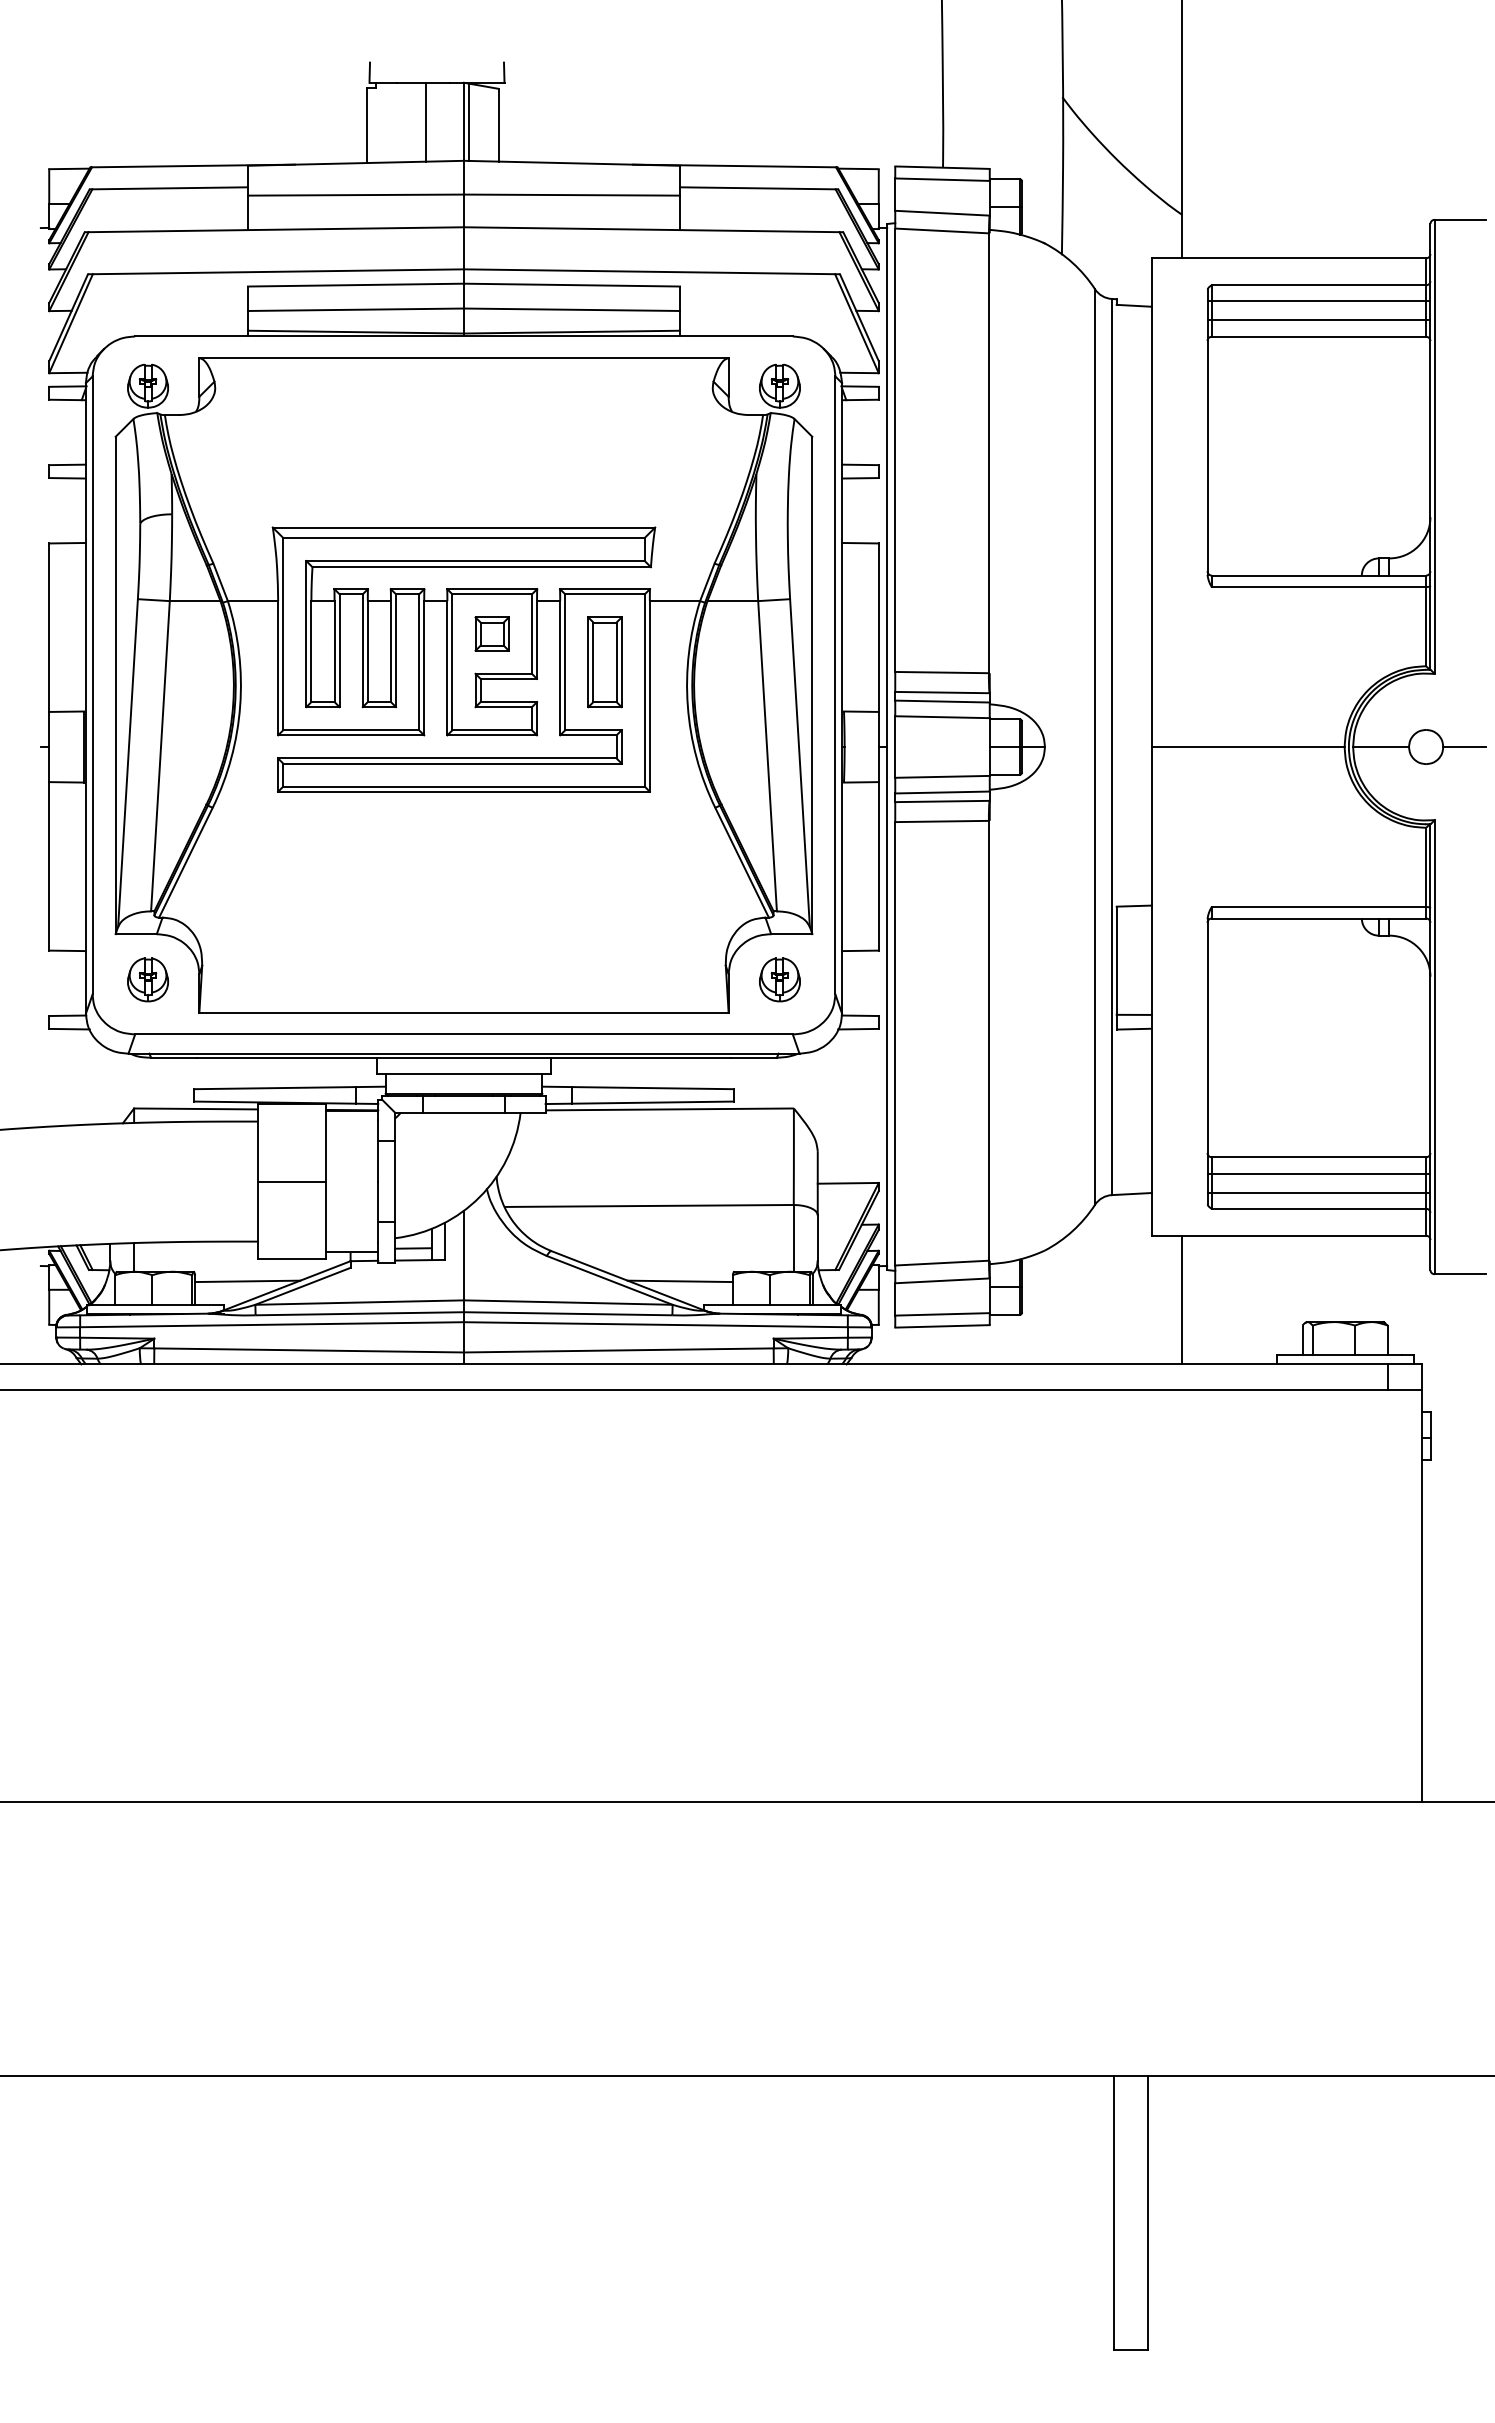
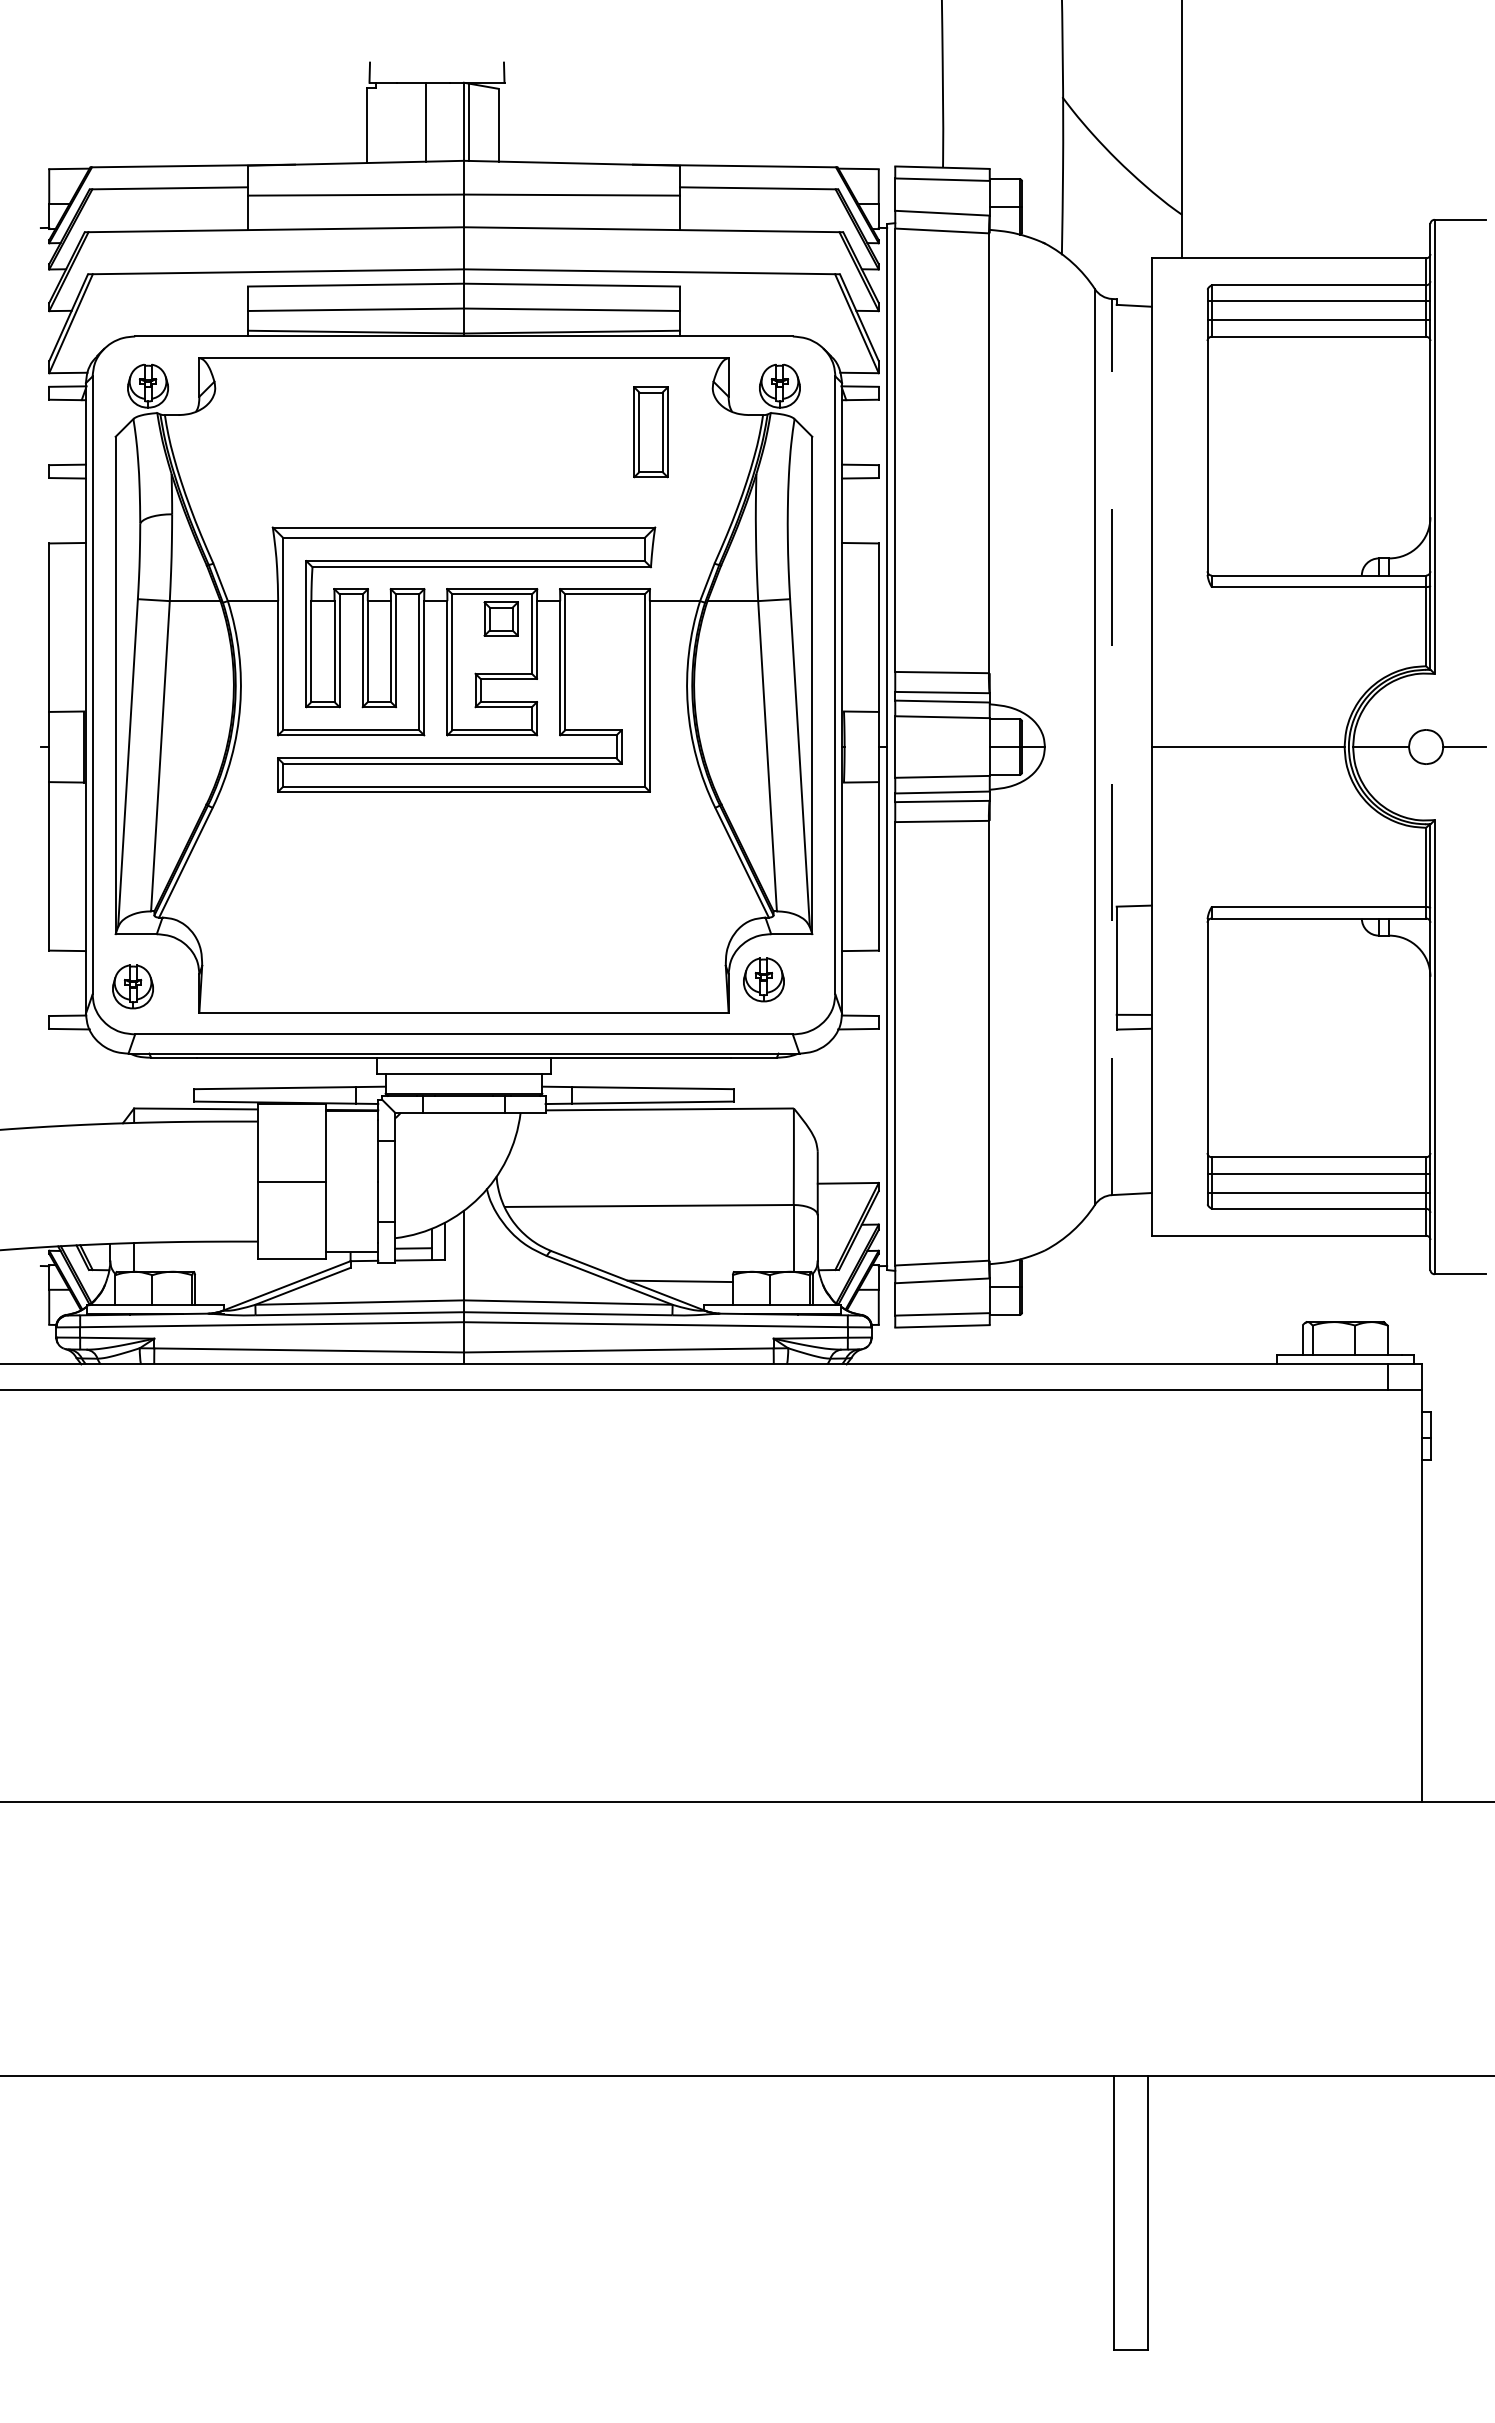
part at (491, 633) position: (491, 633) -> (500, 618)
part at (604, 662) position: (604, 662) -> (650, 432)
line at (1111, 746): solid -> dashed
part at (147, 979) position: (147, 979) -> (132, 986)
part at (779, 979) position: (779, 979) -> (763, 979)
line at (247, 1281): present -> none
line at (1182, 1299): present -> none
